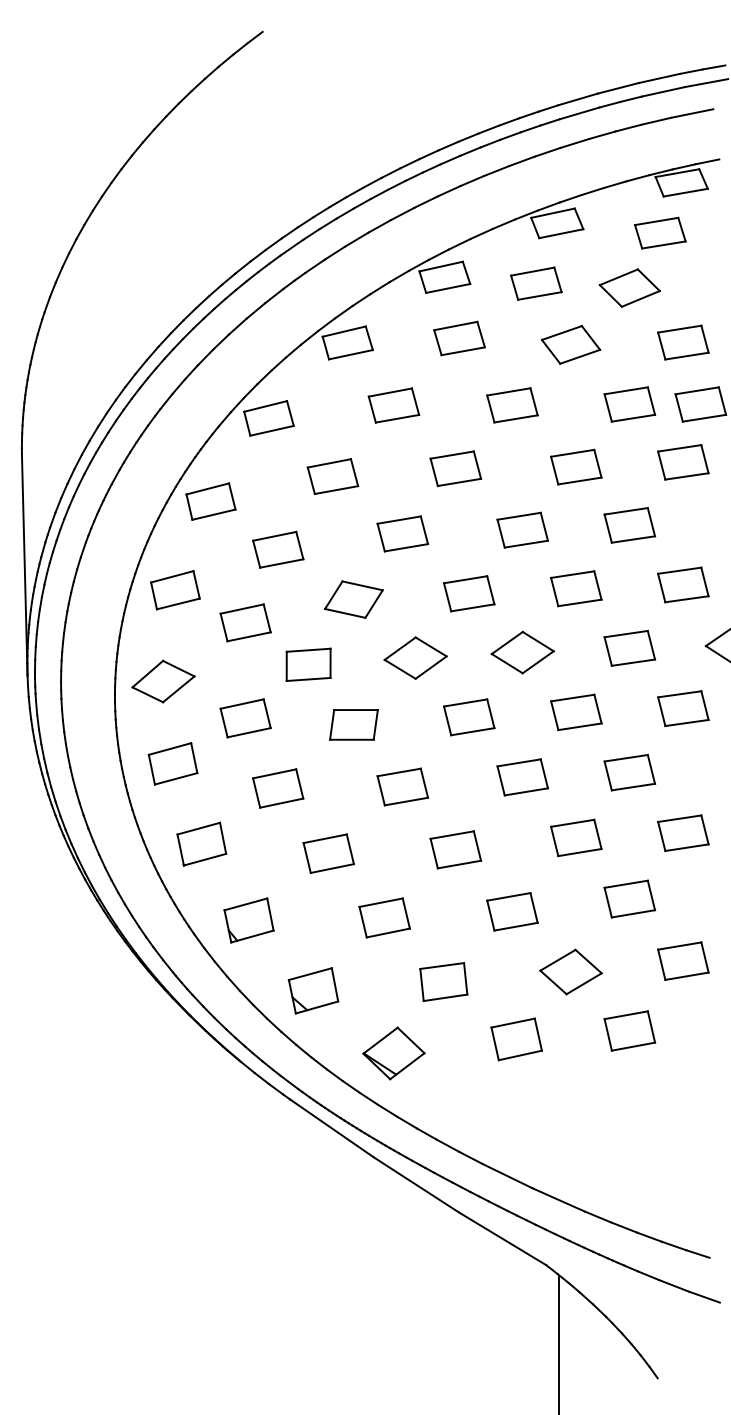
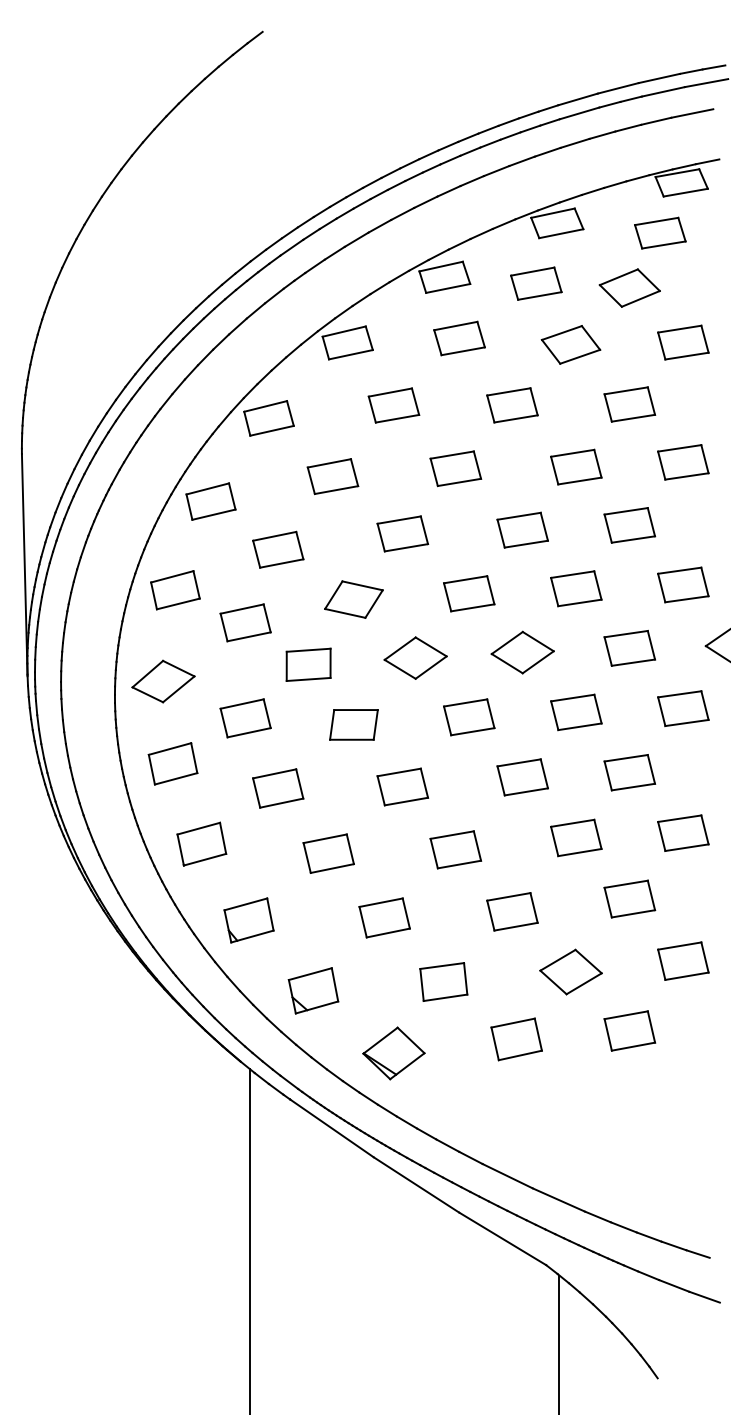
part at (700, 404): present -> none
line at (249, 1239): none -> present
